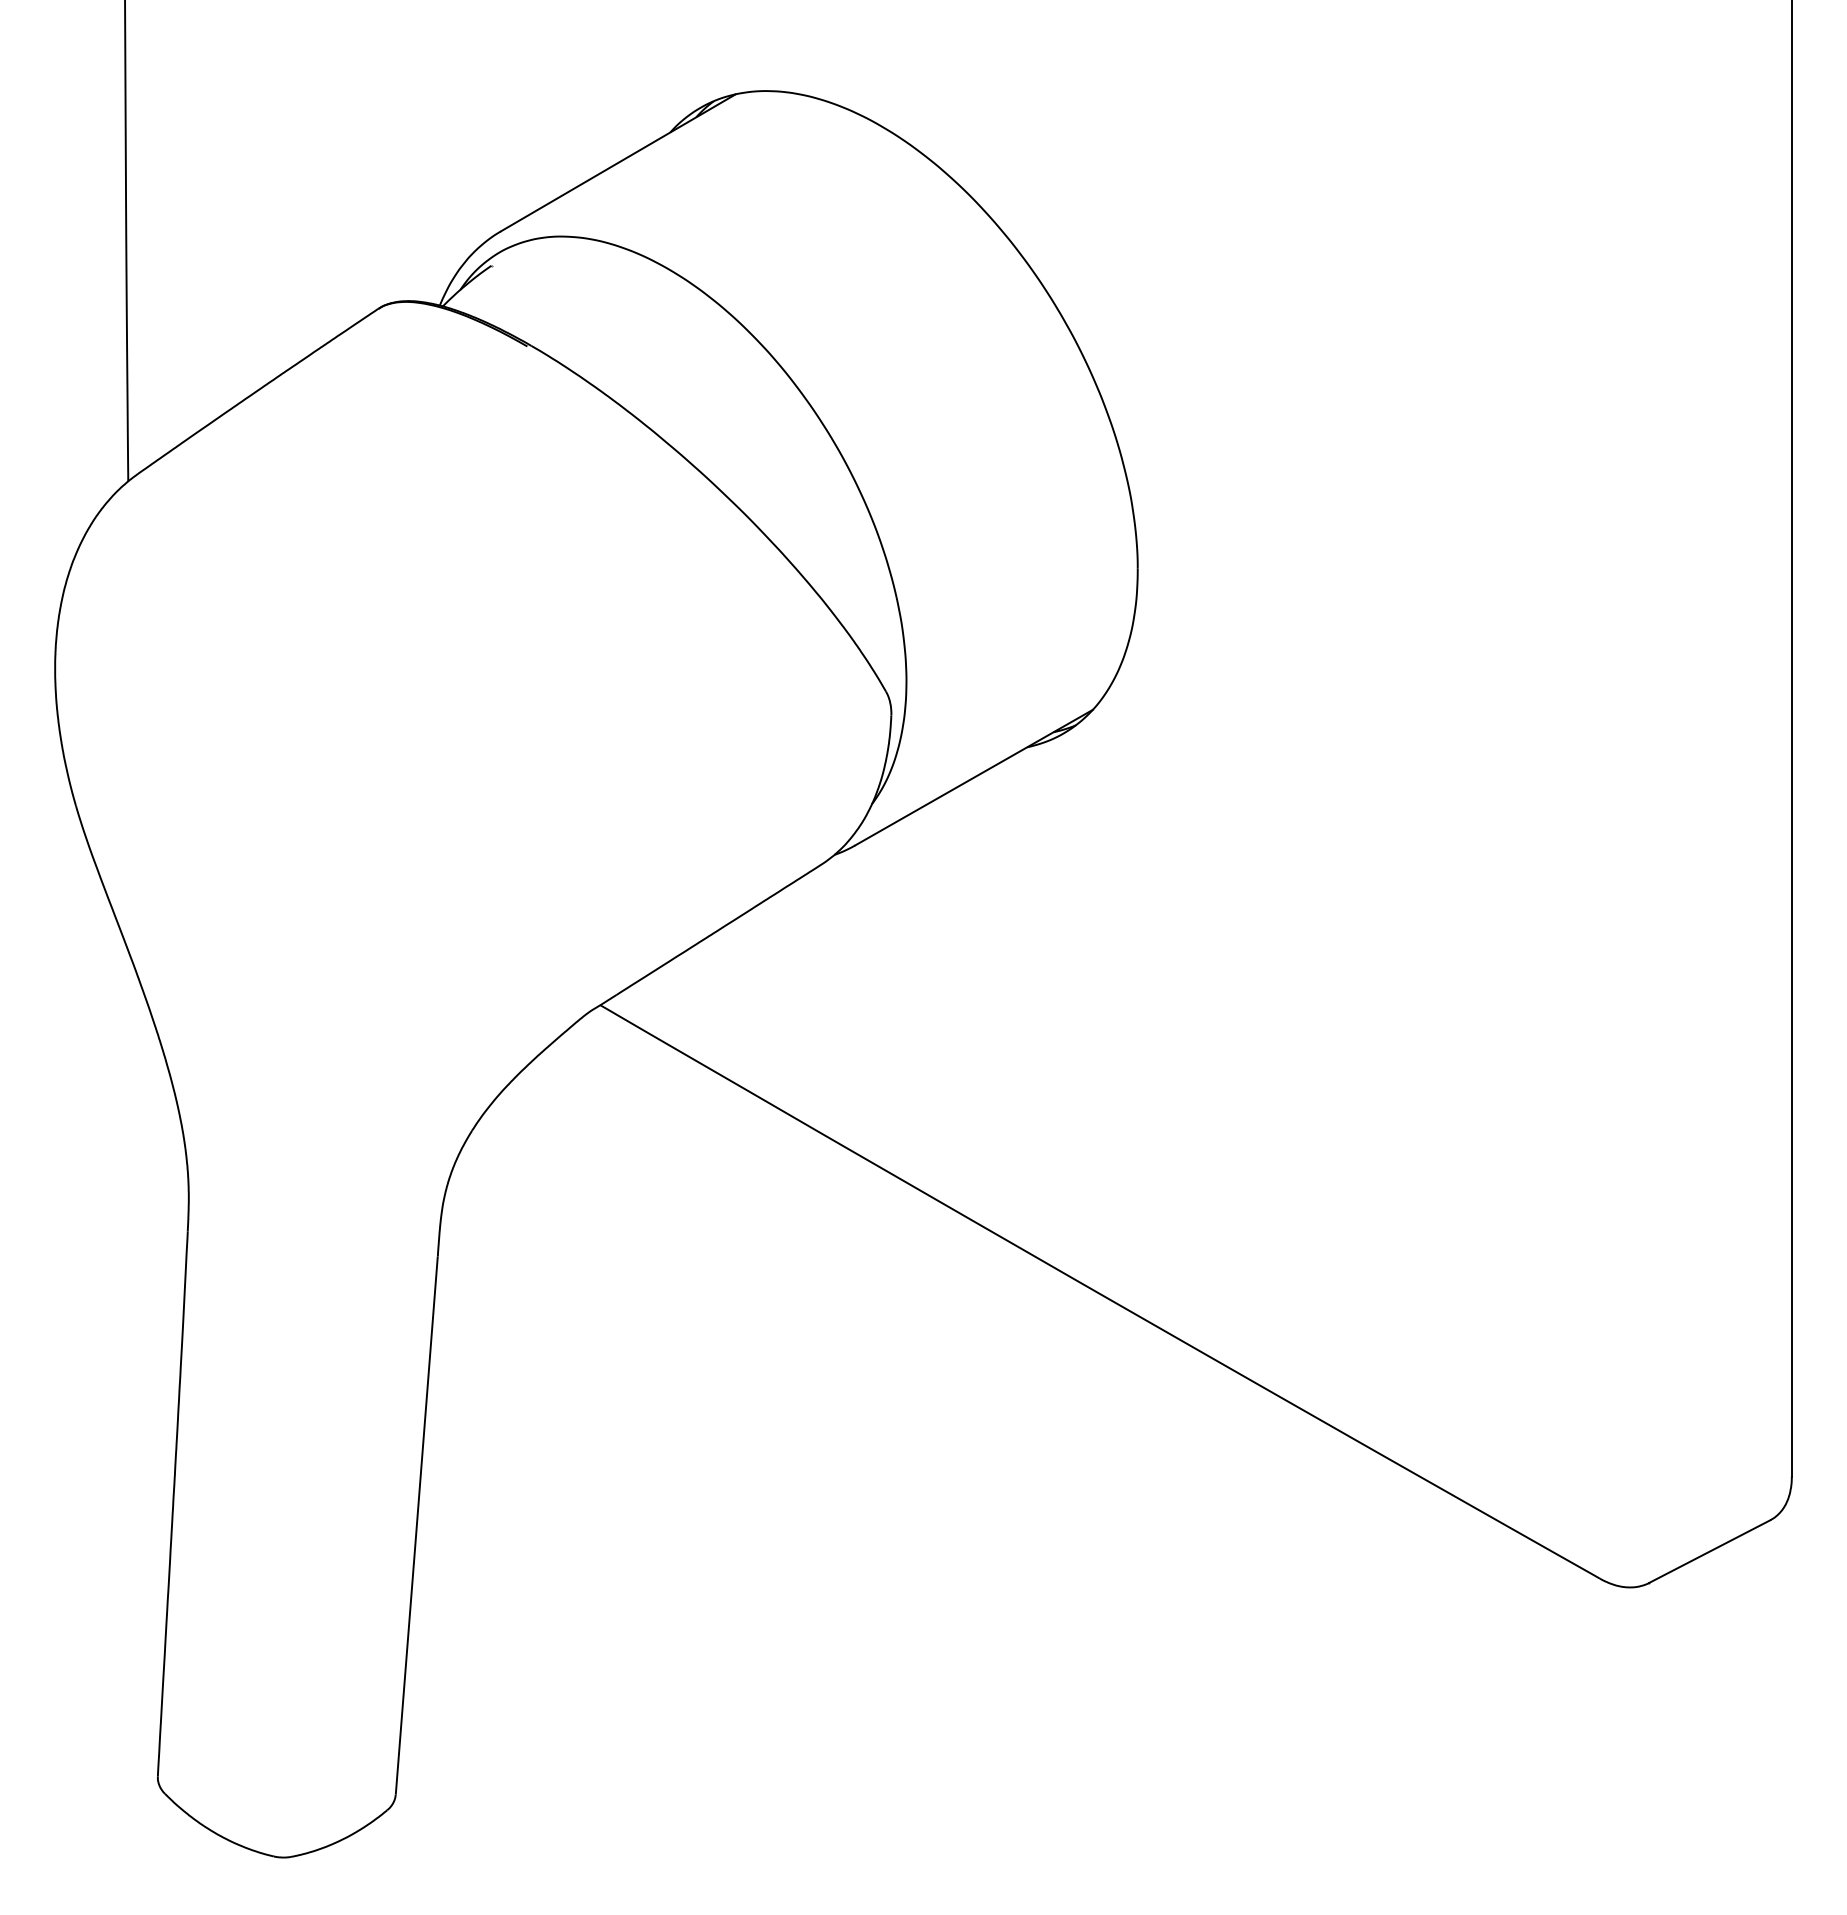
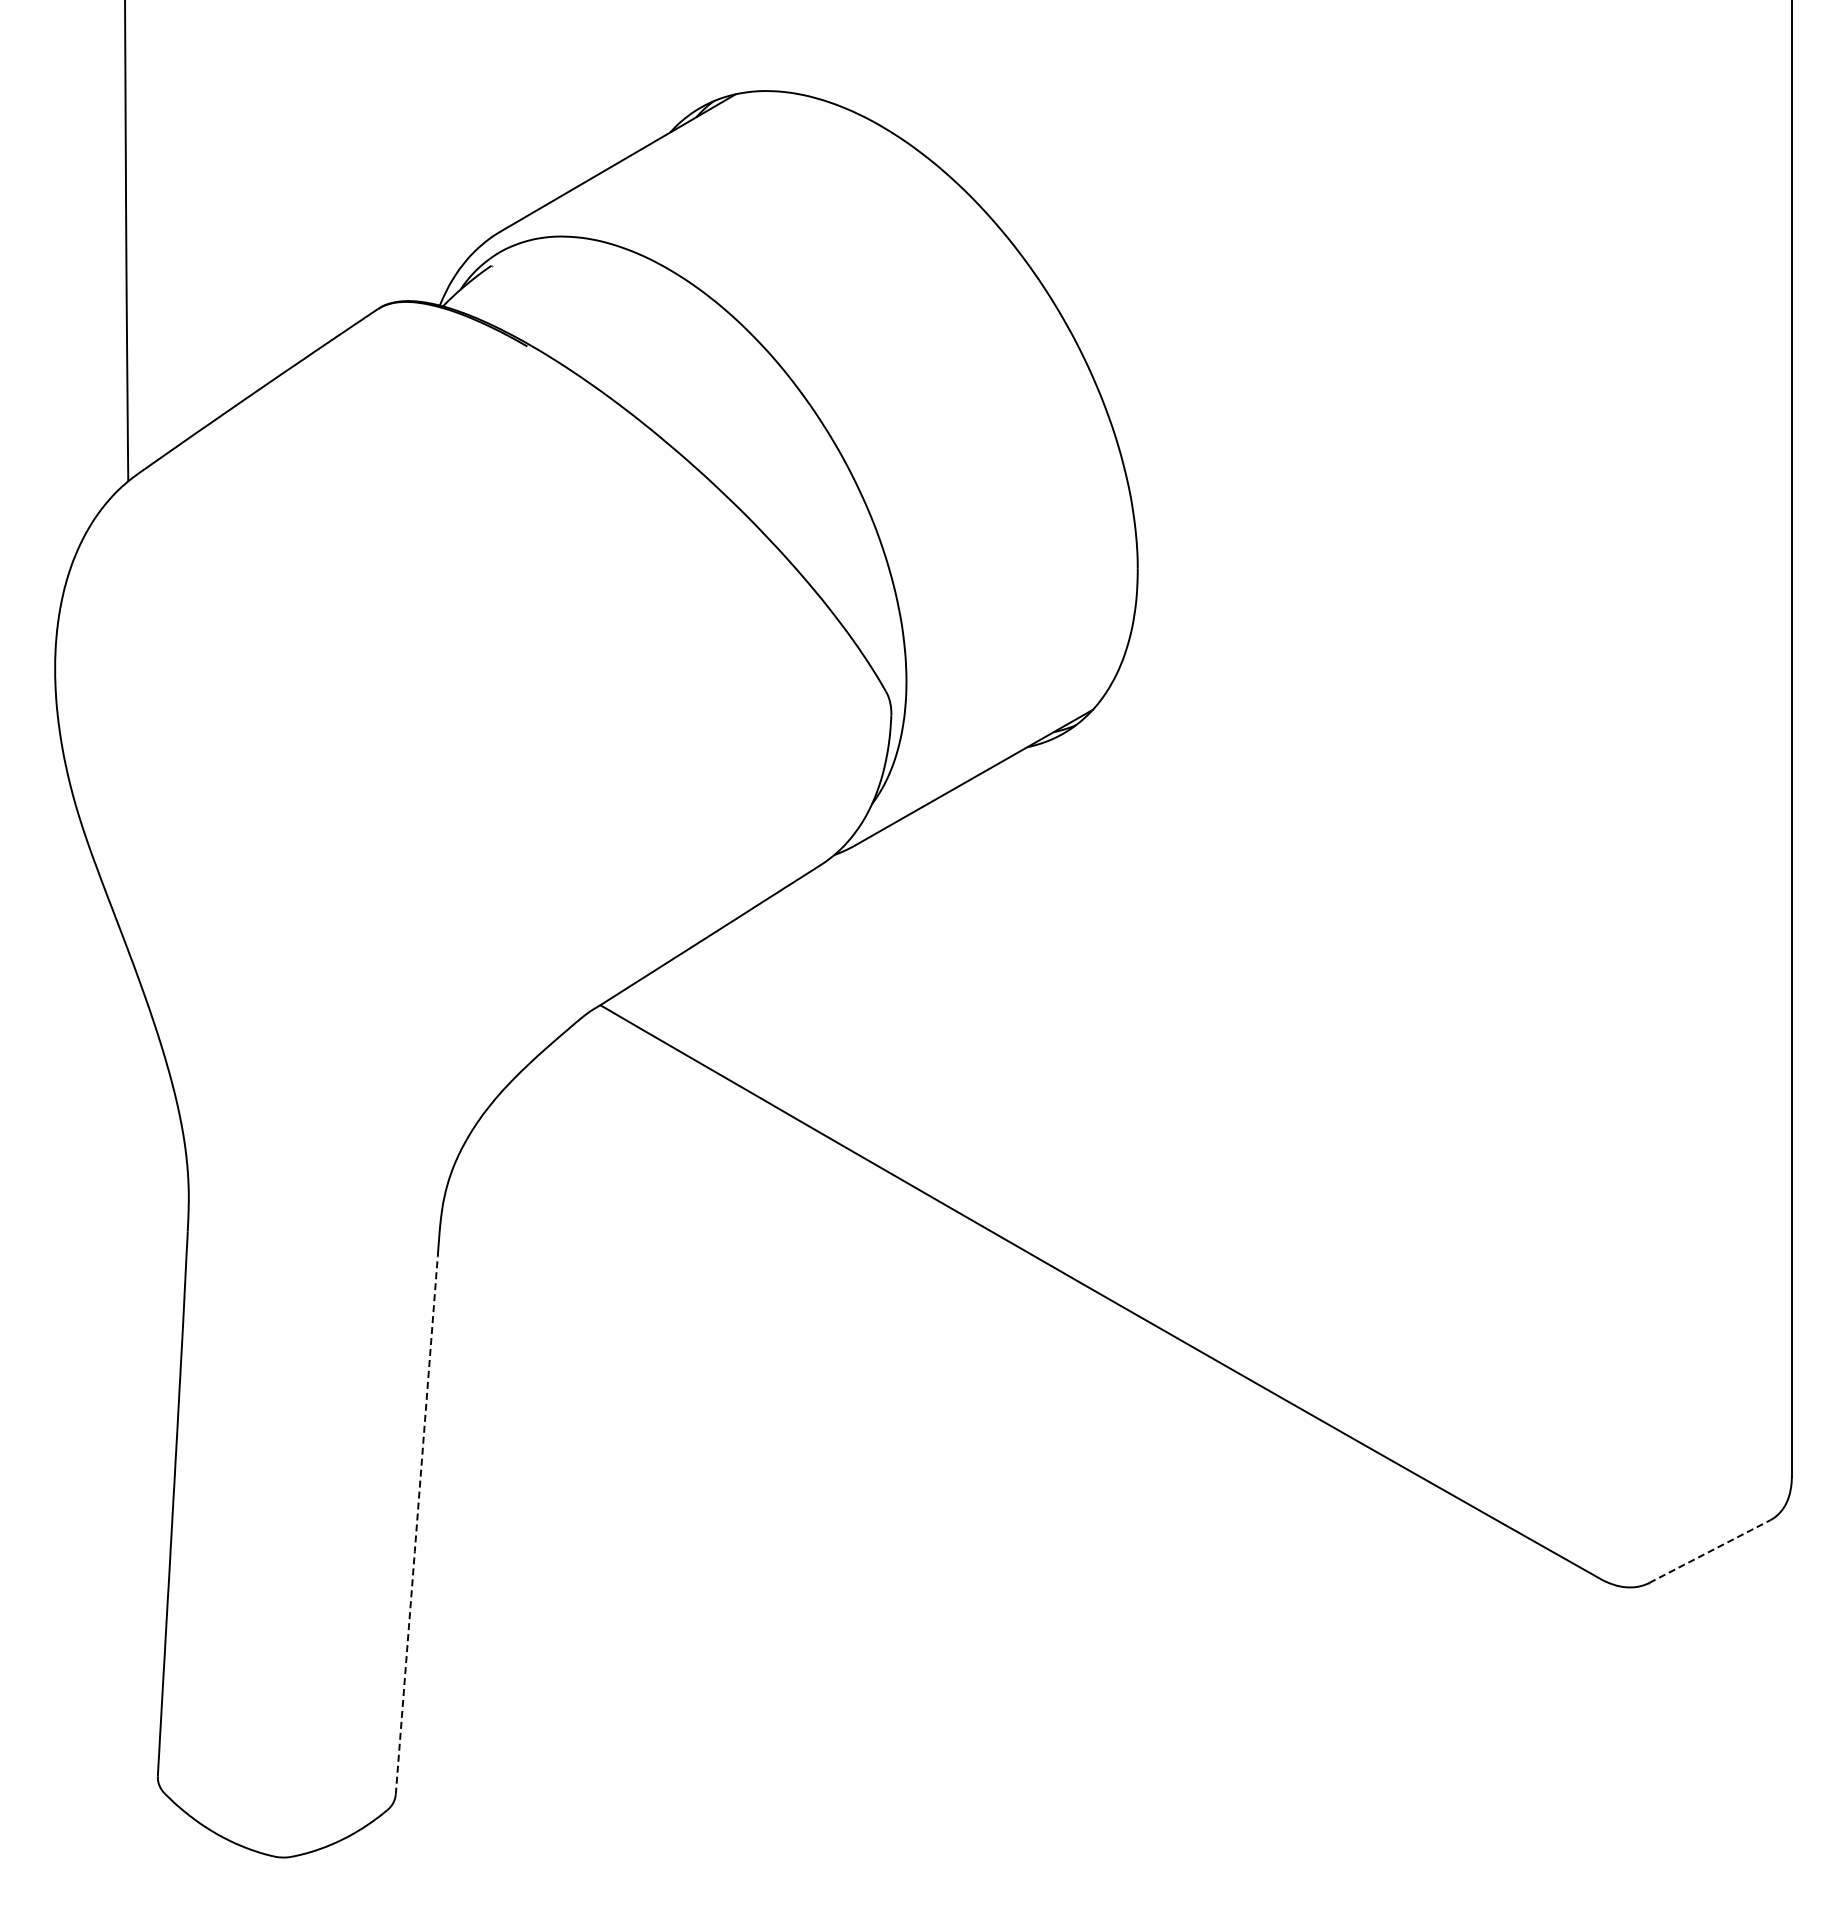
line at (416, 1525): solid -> dashed
line at (1710, 1551): solid -> dashed
